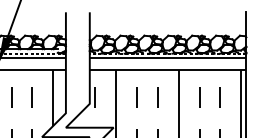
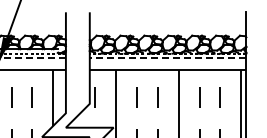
line at (33, 58): solid -> dashed
line at (167, 58): solid -> dashed
